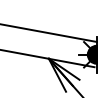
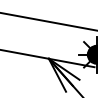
line at (48, 32) position: (48, 32) -> (48, 21)
